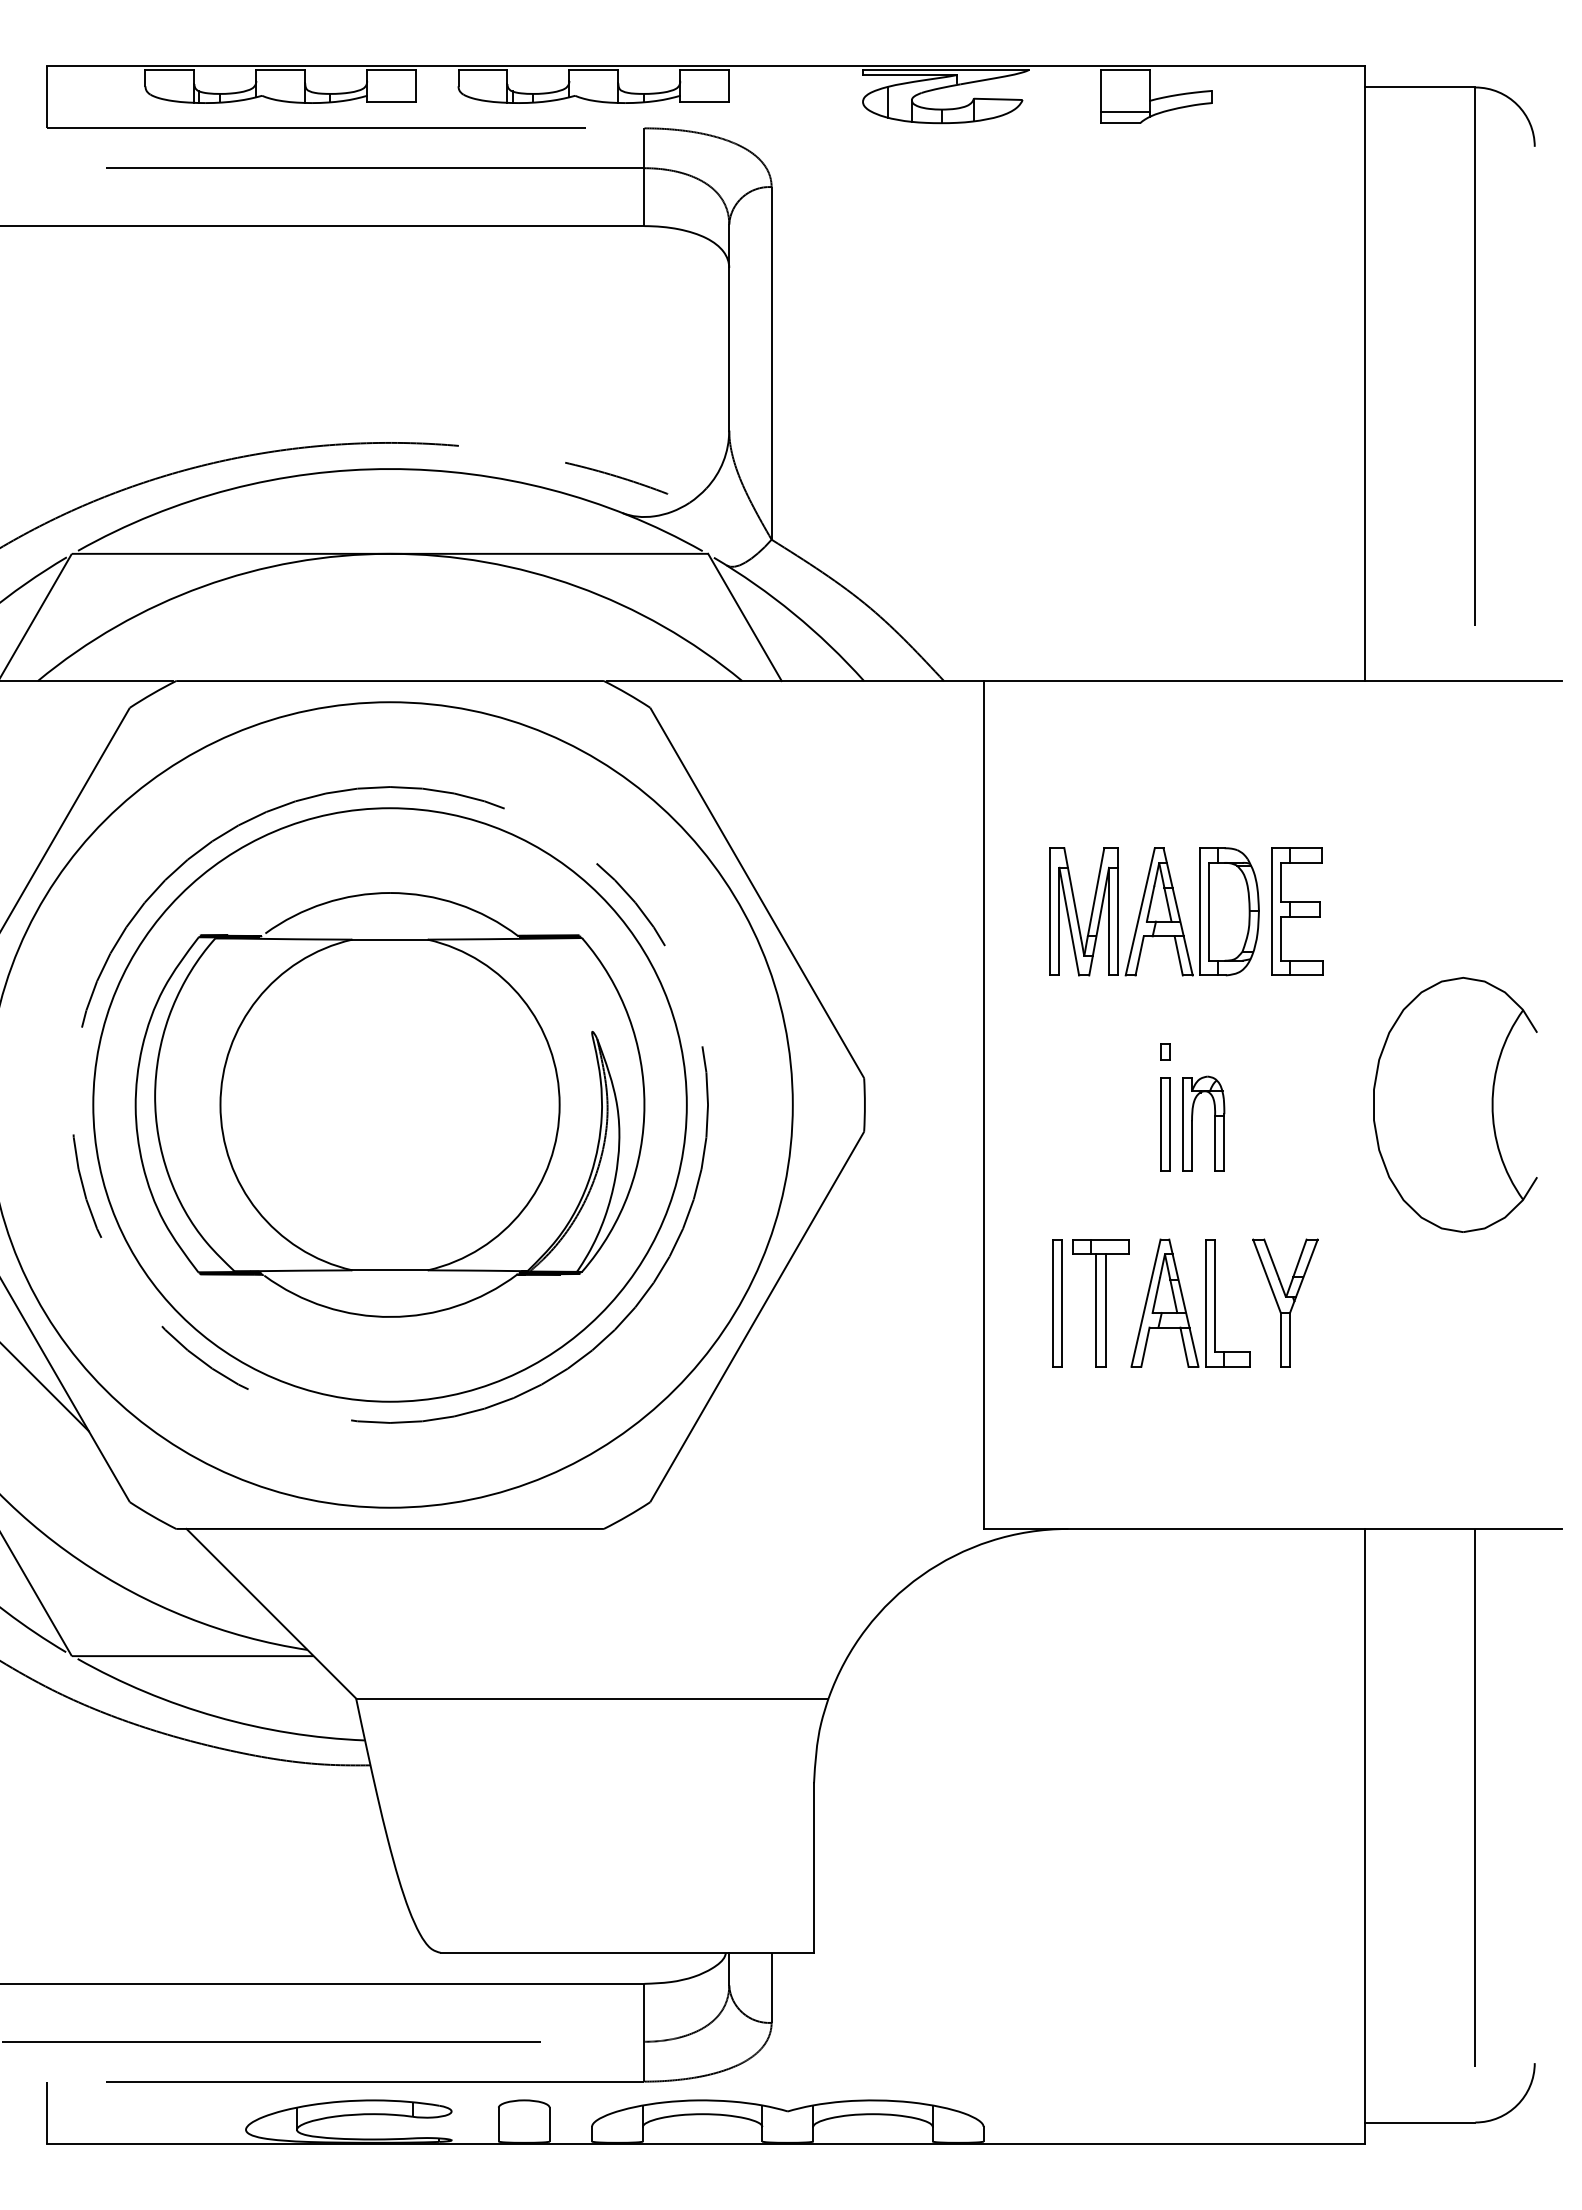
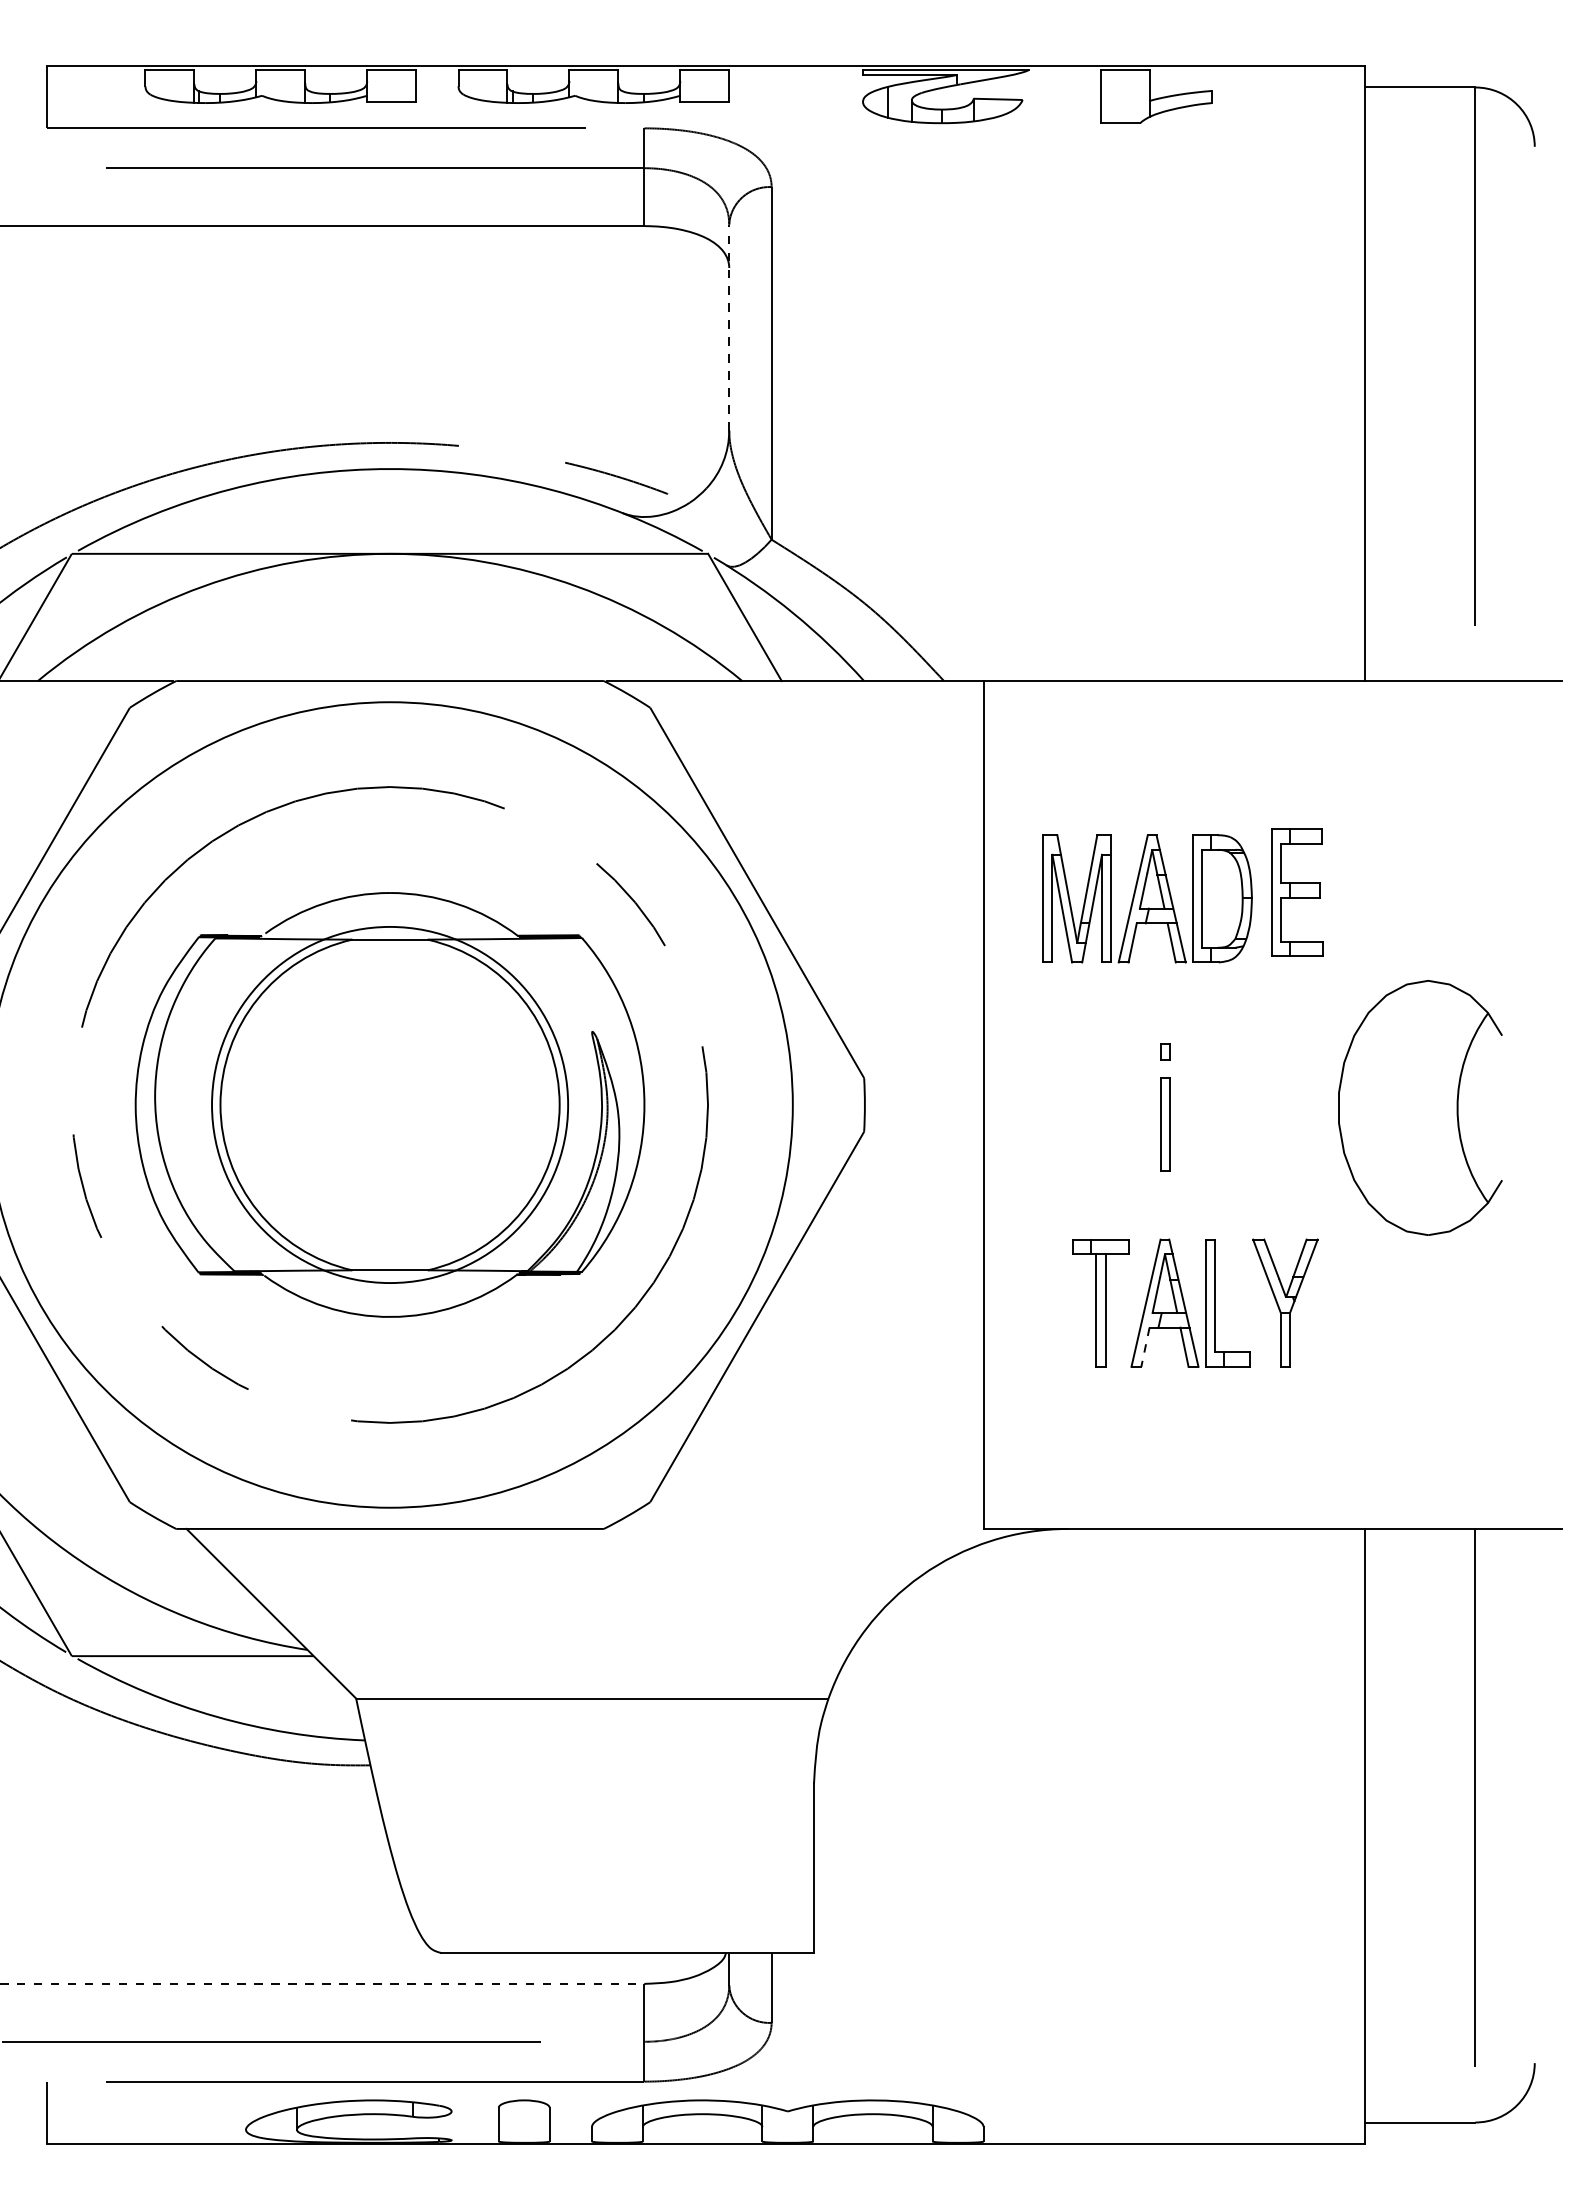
line at (1124, 112): present -> none
line at (729, 327): solid -> dashed
part at (1154, 911) position: (1154, 911) -> (1147, 898)
part at (1297, 911) position: (1297, 911) -> (1297, 892)
circle at (389, 1104) diameter: 594 px -> 356 px
part at (1455, 1104) position: (1455, 1104) -> (1420, 1107)
part at (1192, 1123): present -> none
part at (1057, 1303): present -> none
line at (1145, 1347): solid -> dashed
line at (45, 1387): present -> none
line at (322, 1983): solid -> dashed
